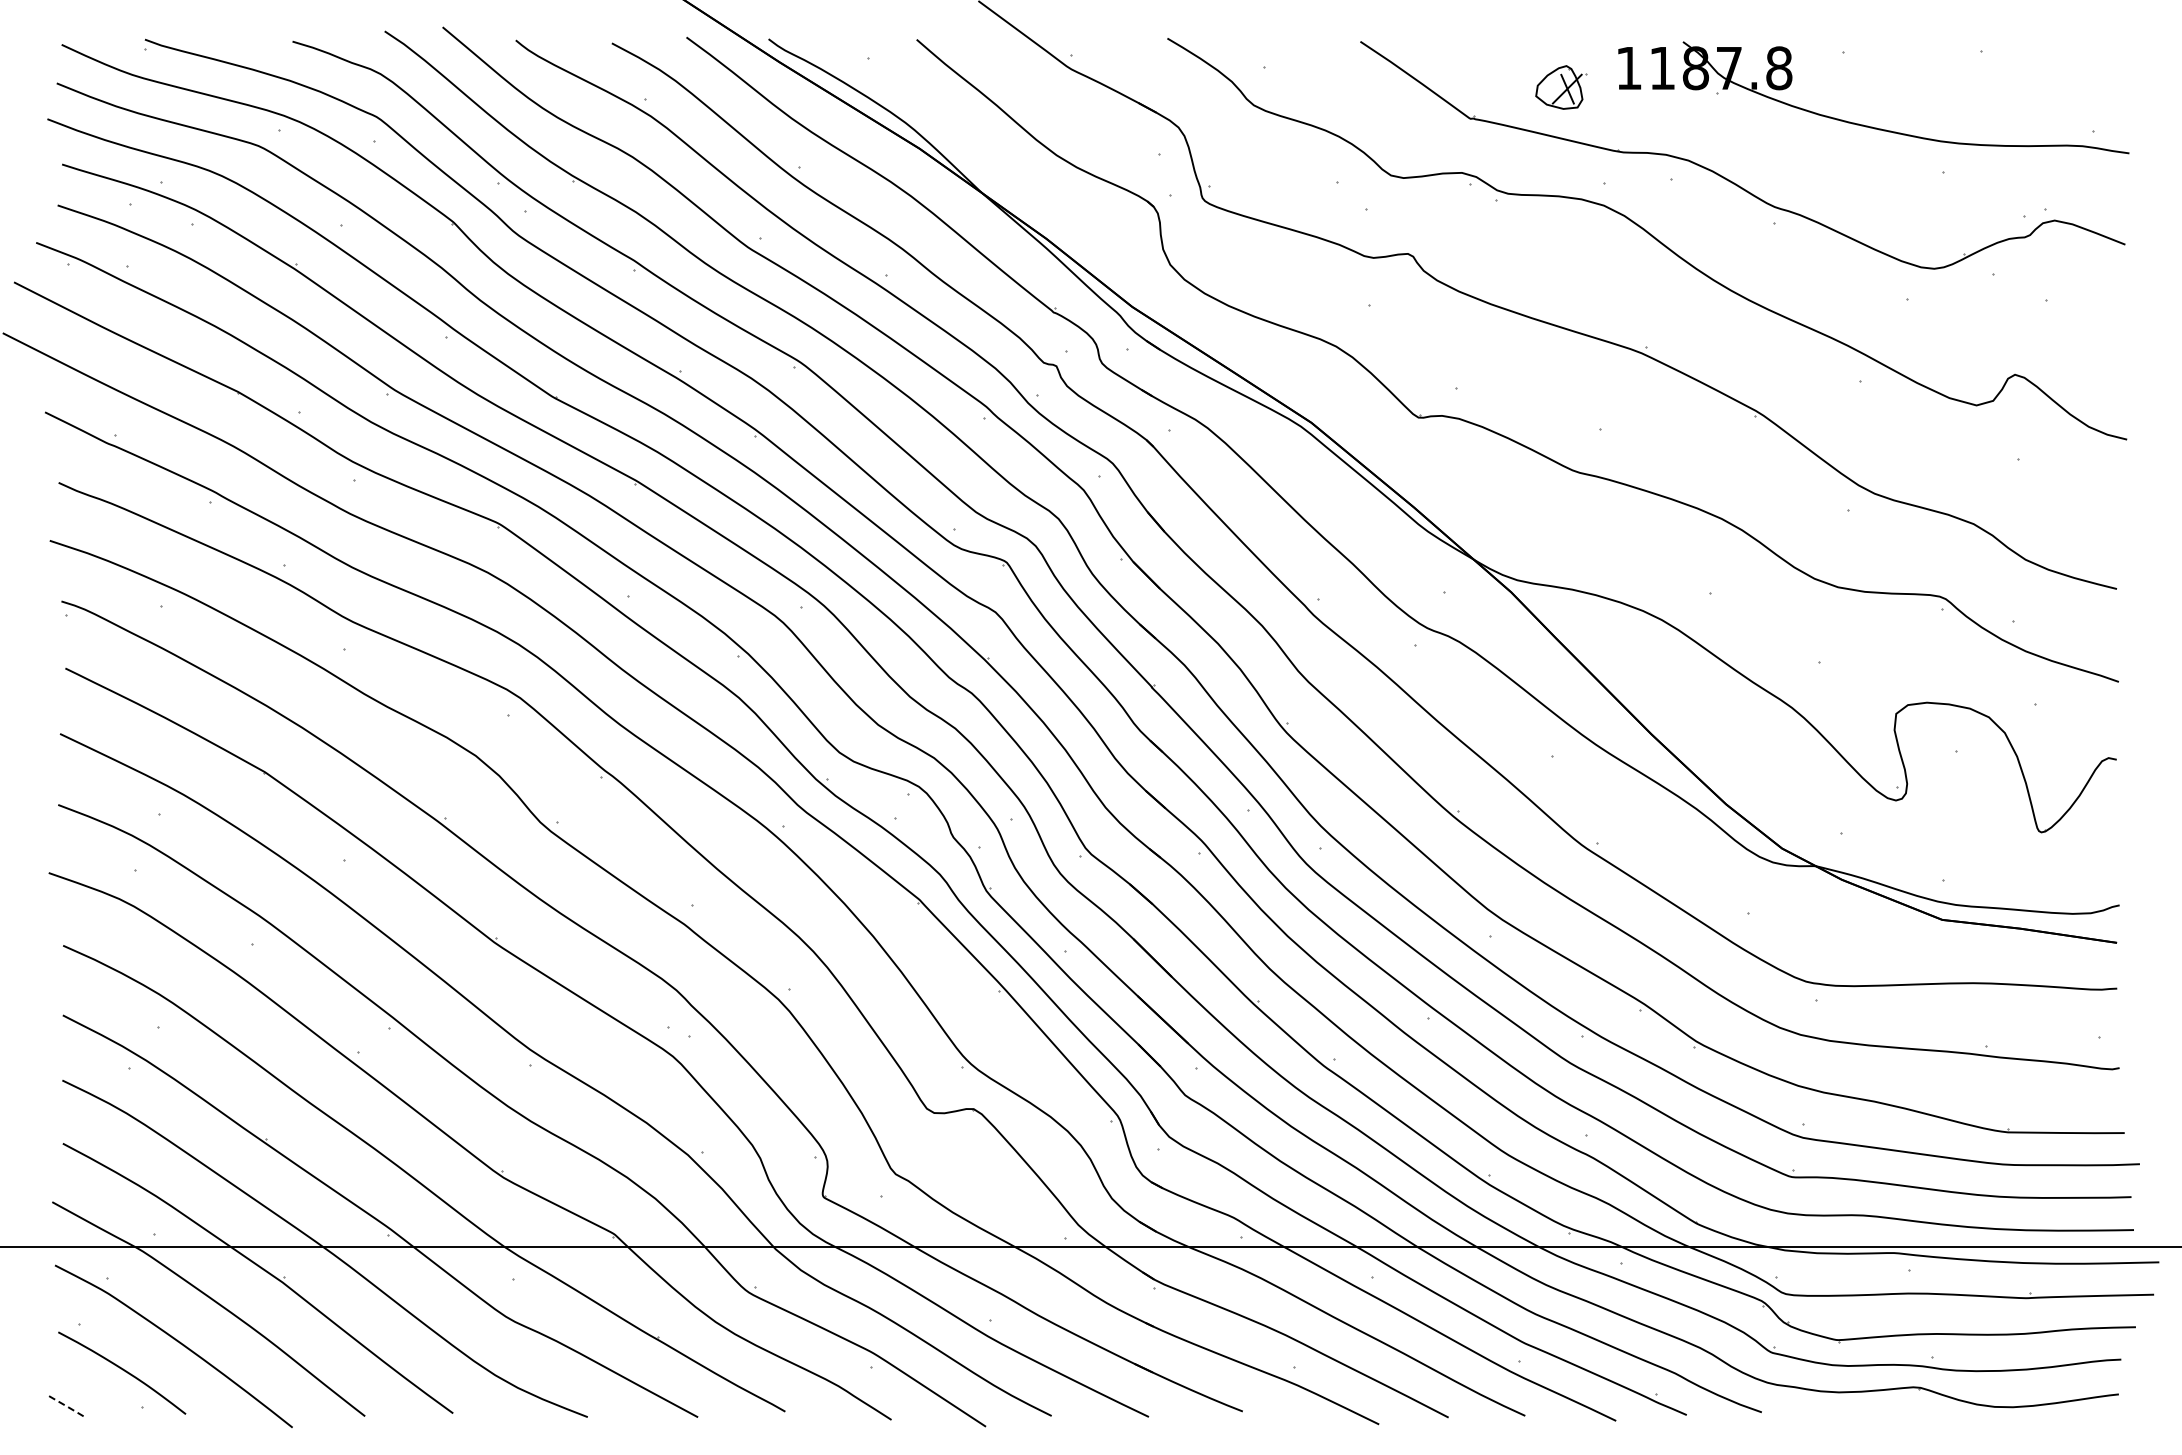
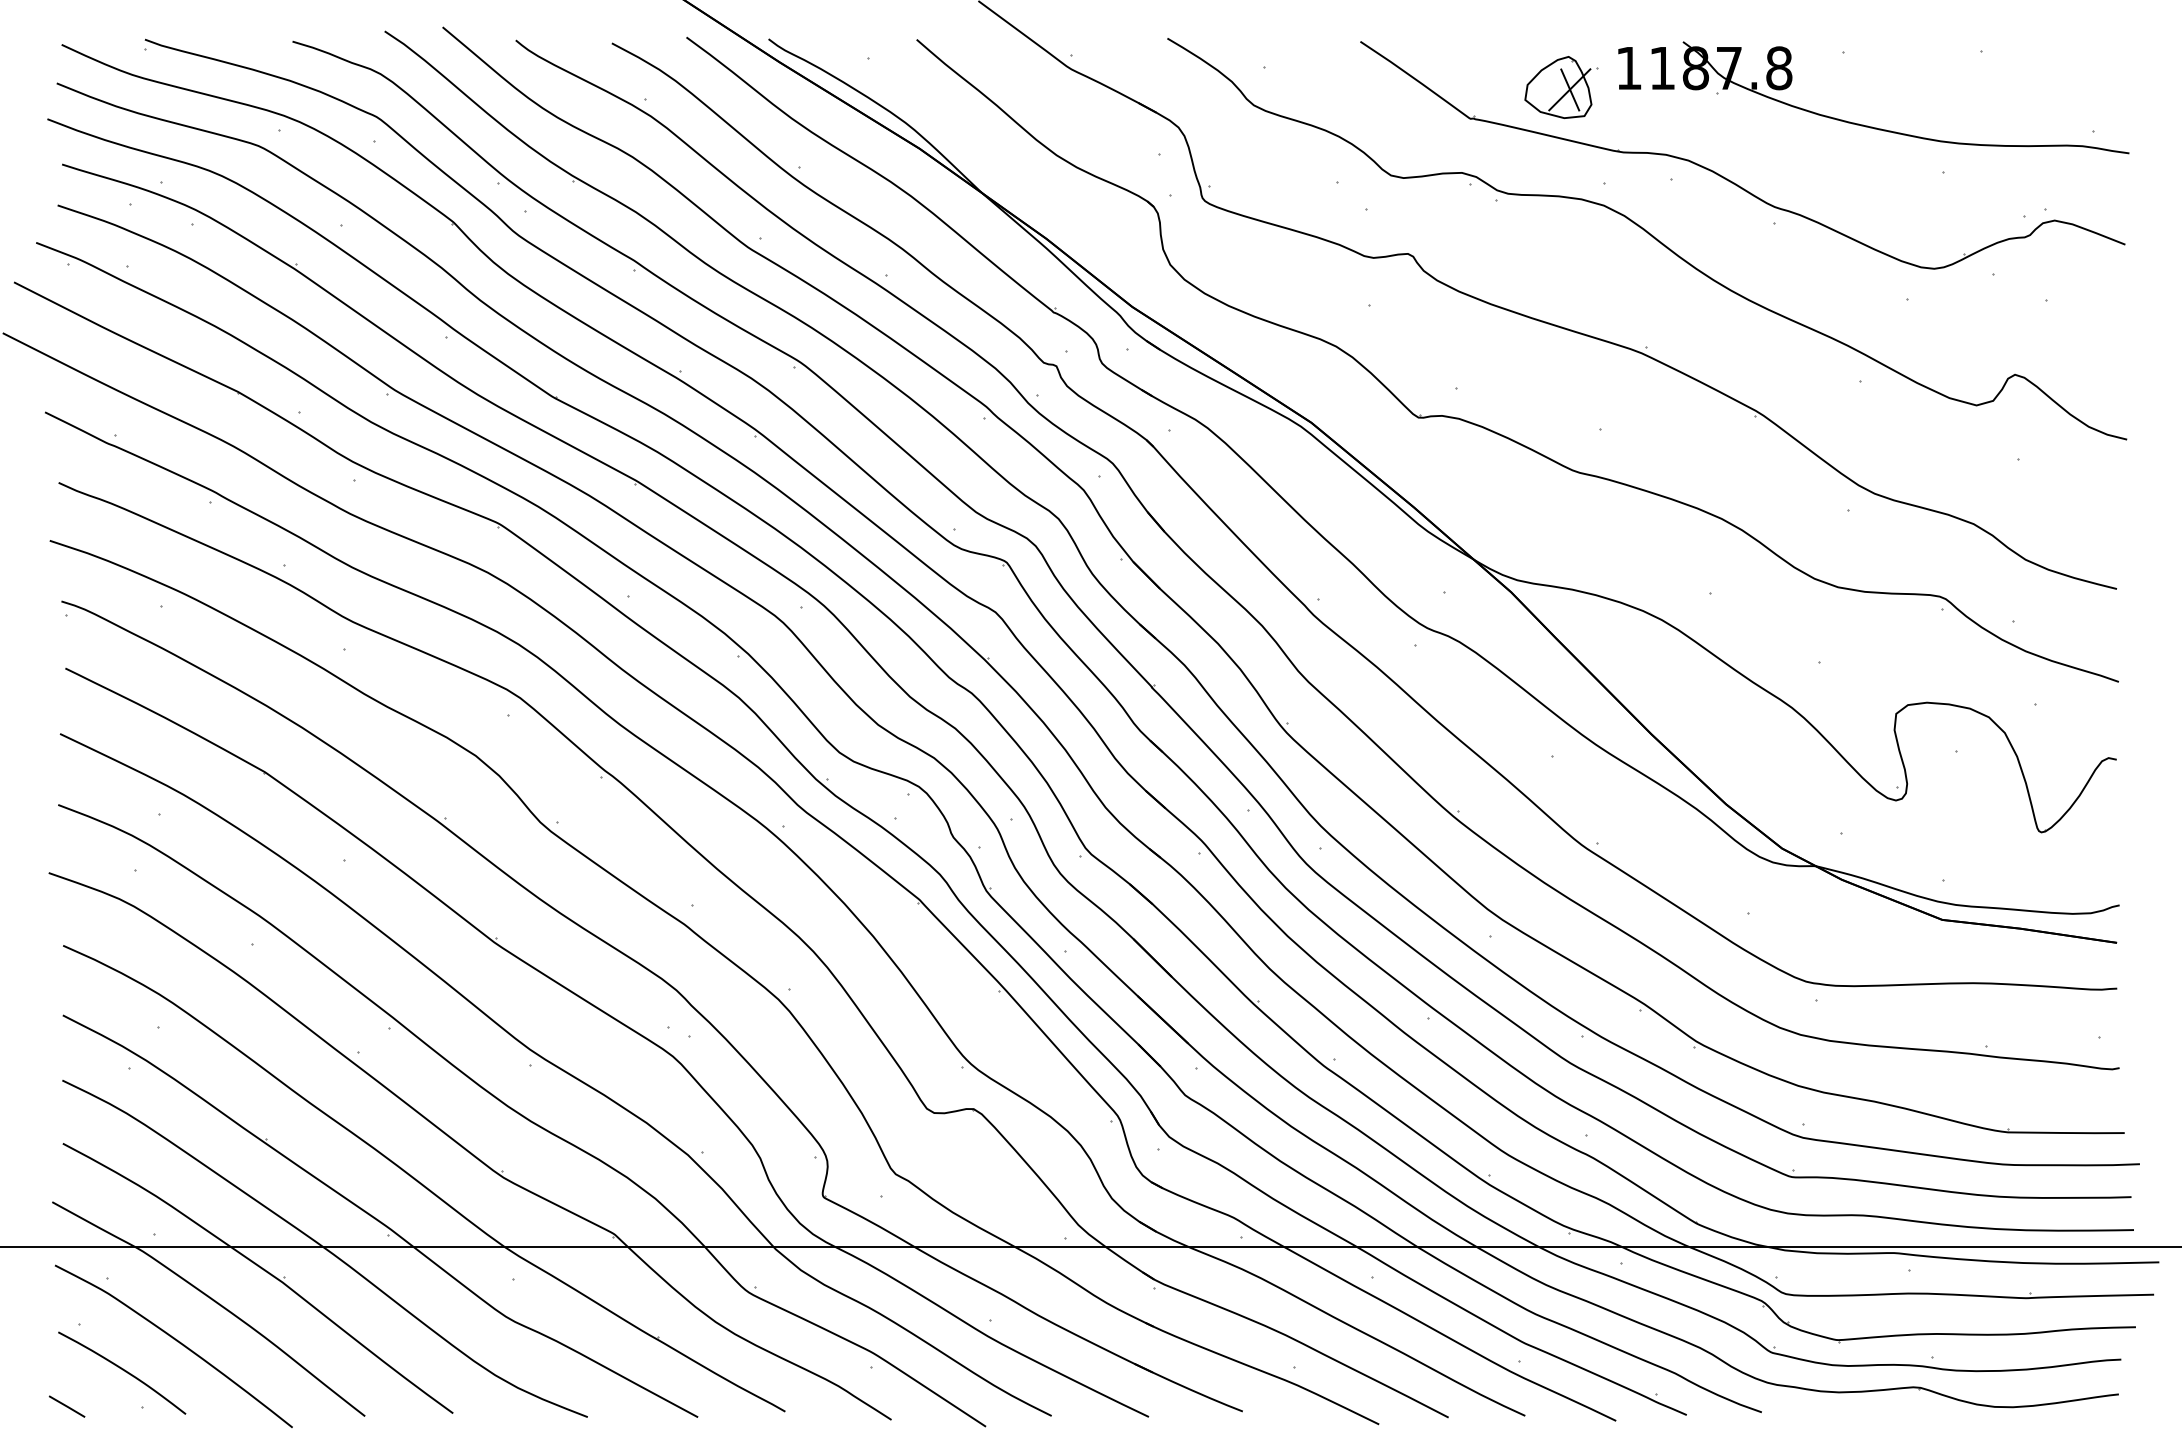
part at (1561, 87) size: 53x45 px -> 75x63 px
line at (67, 1406): dashed -> solid
